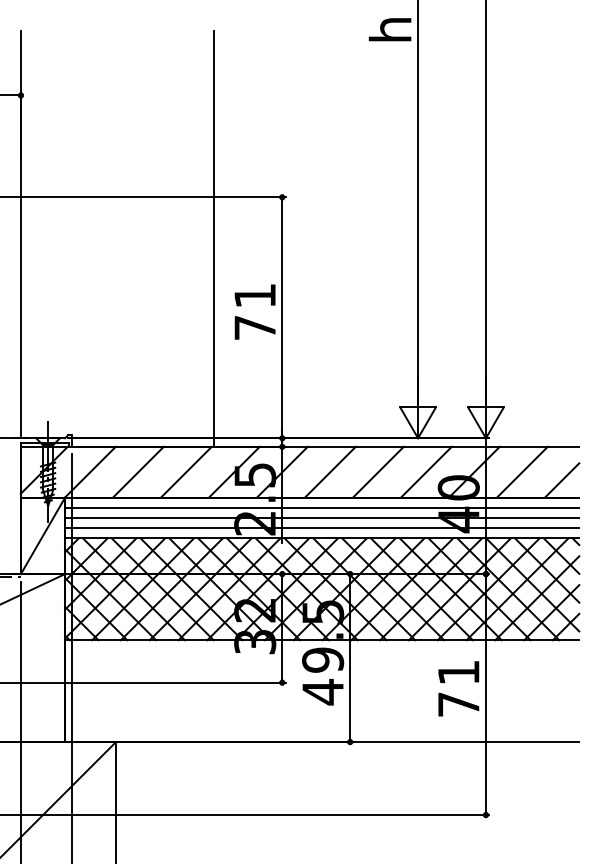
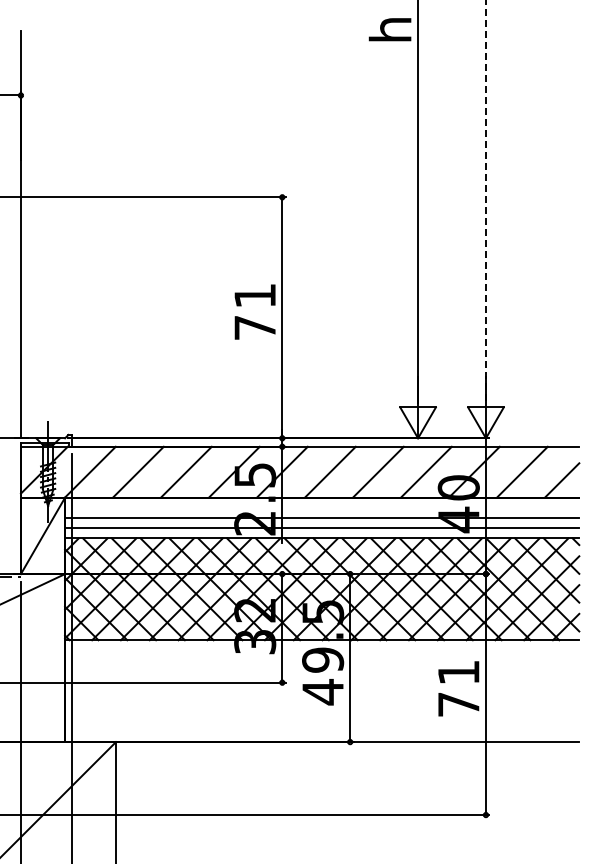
line at (485, 201): solid -> dashed
line at (214, 238): present -> none
line at (322, 507): present -> none
